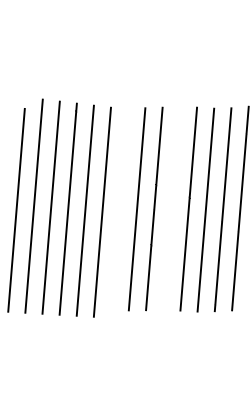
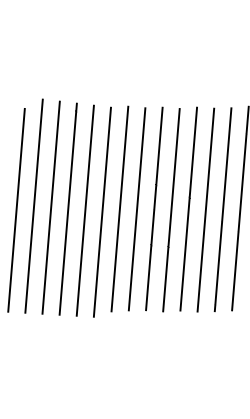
line at (119, 208): none -> present
line at (171, 210): none -> present
